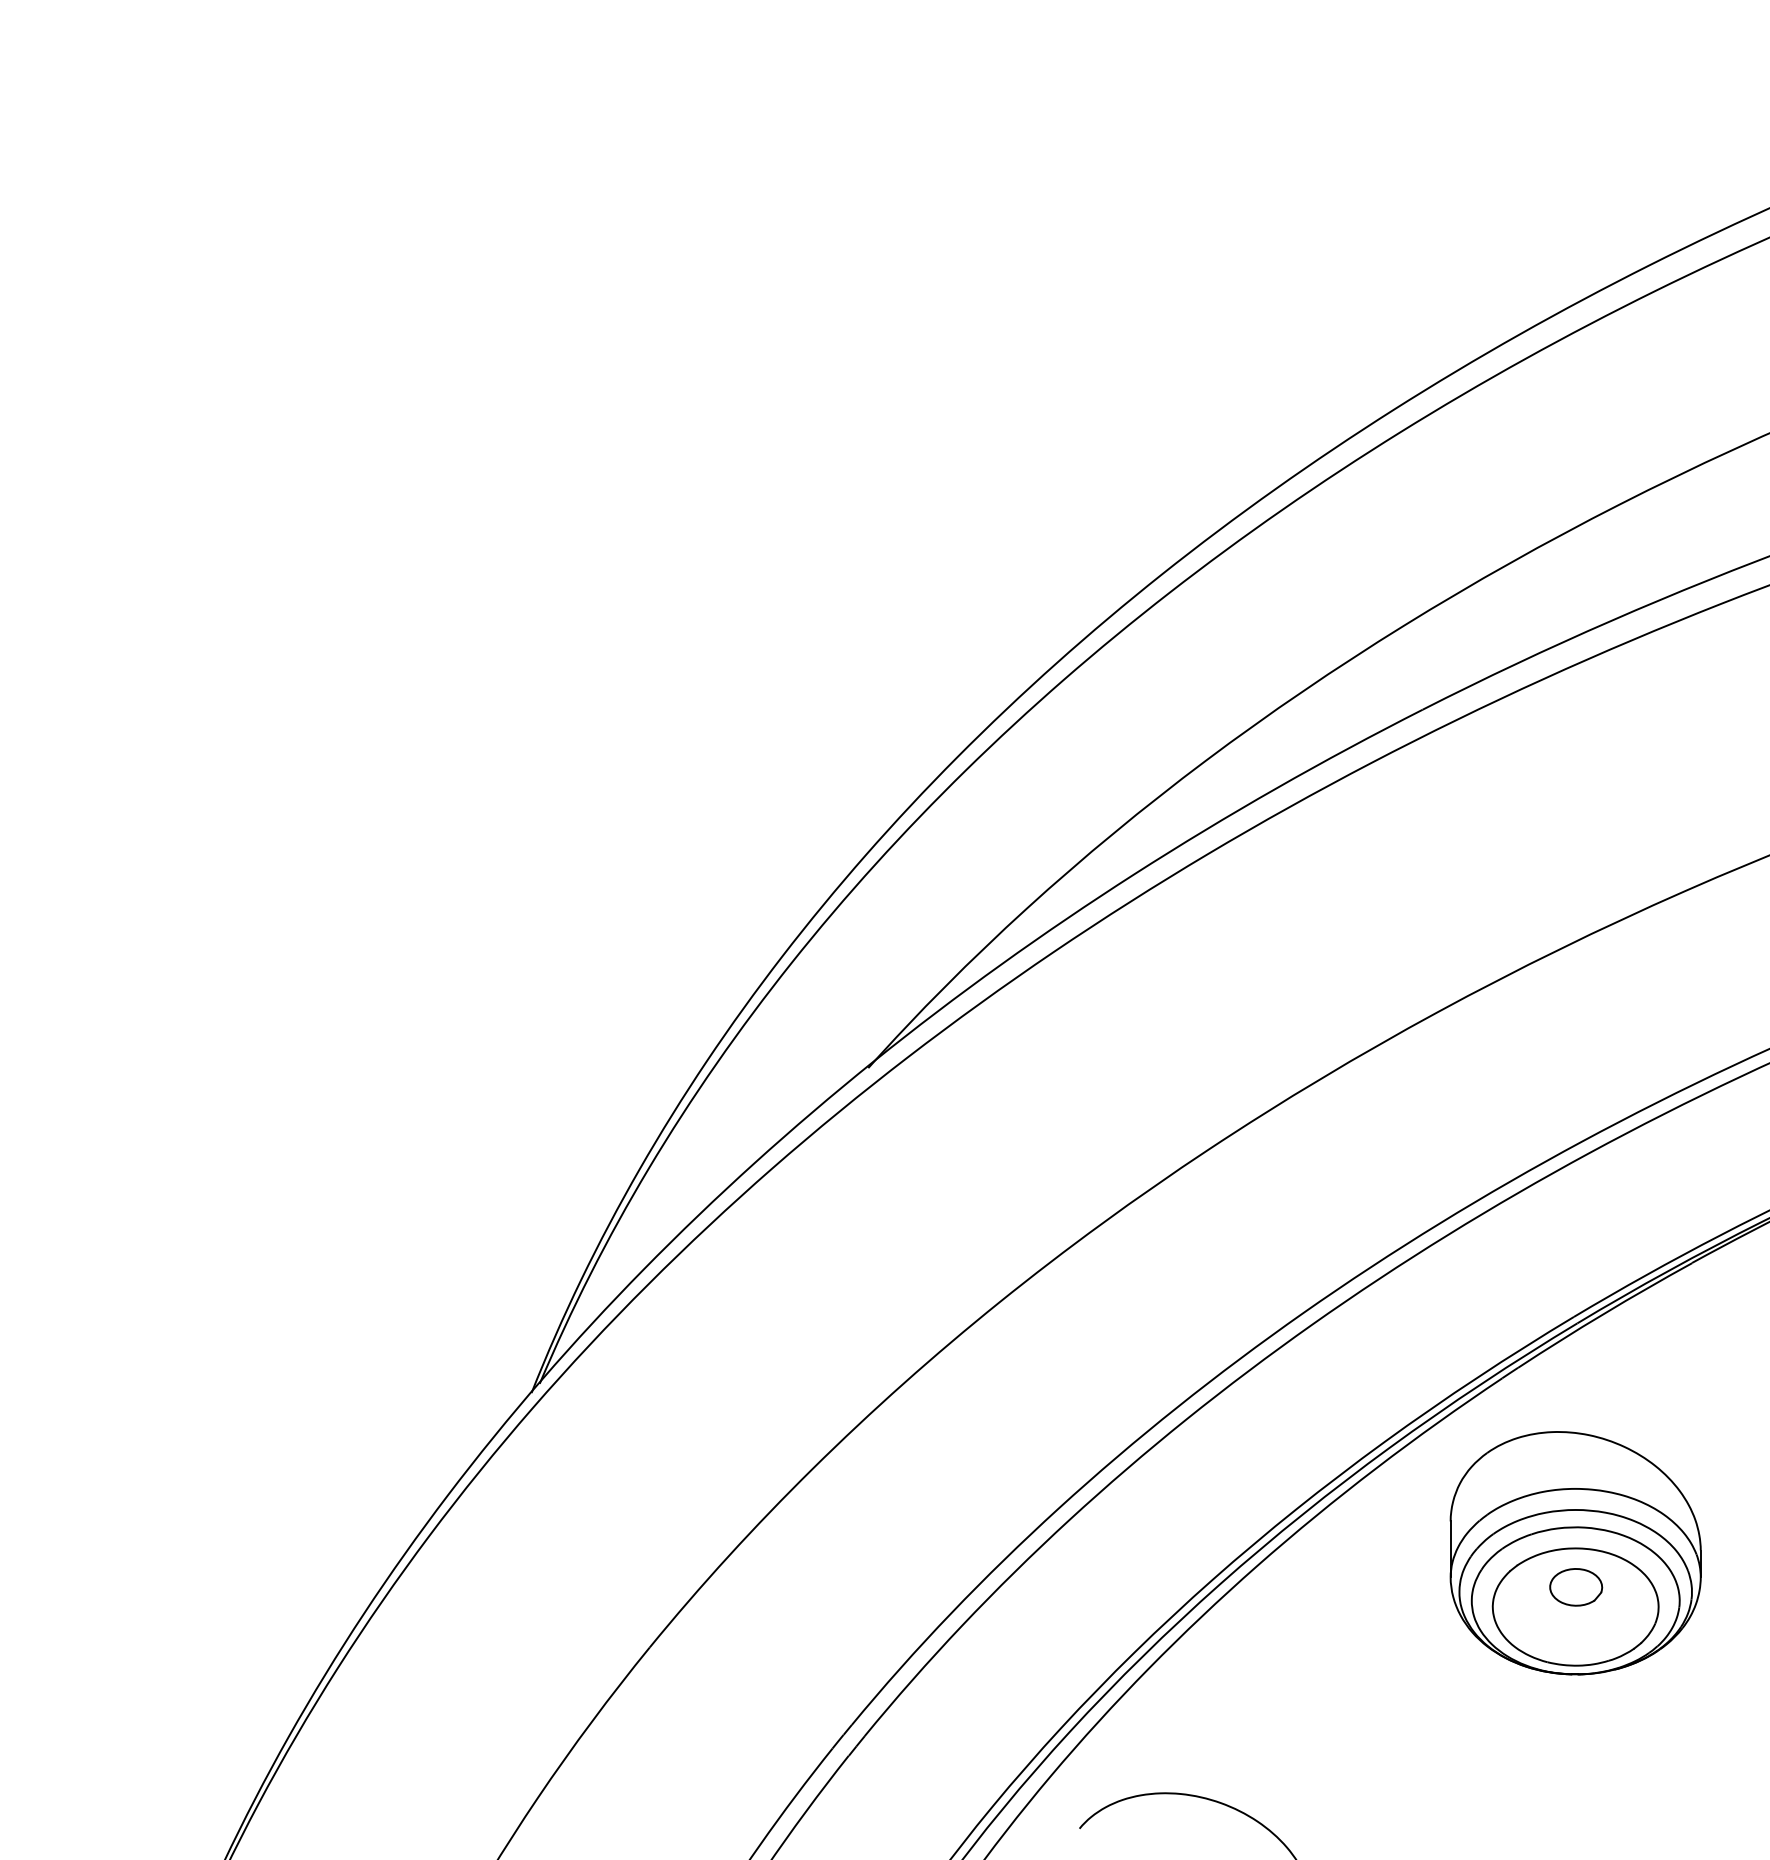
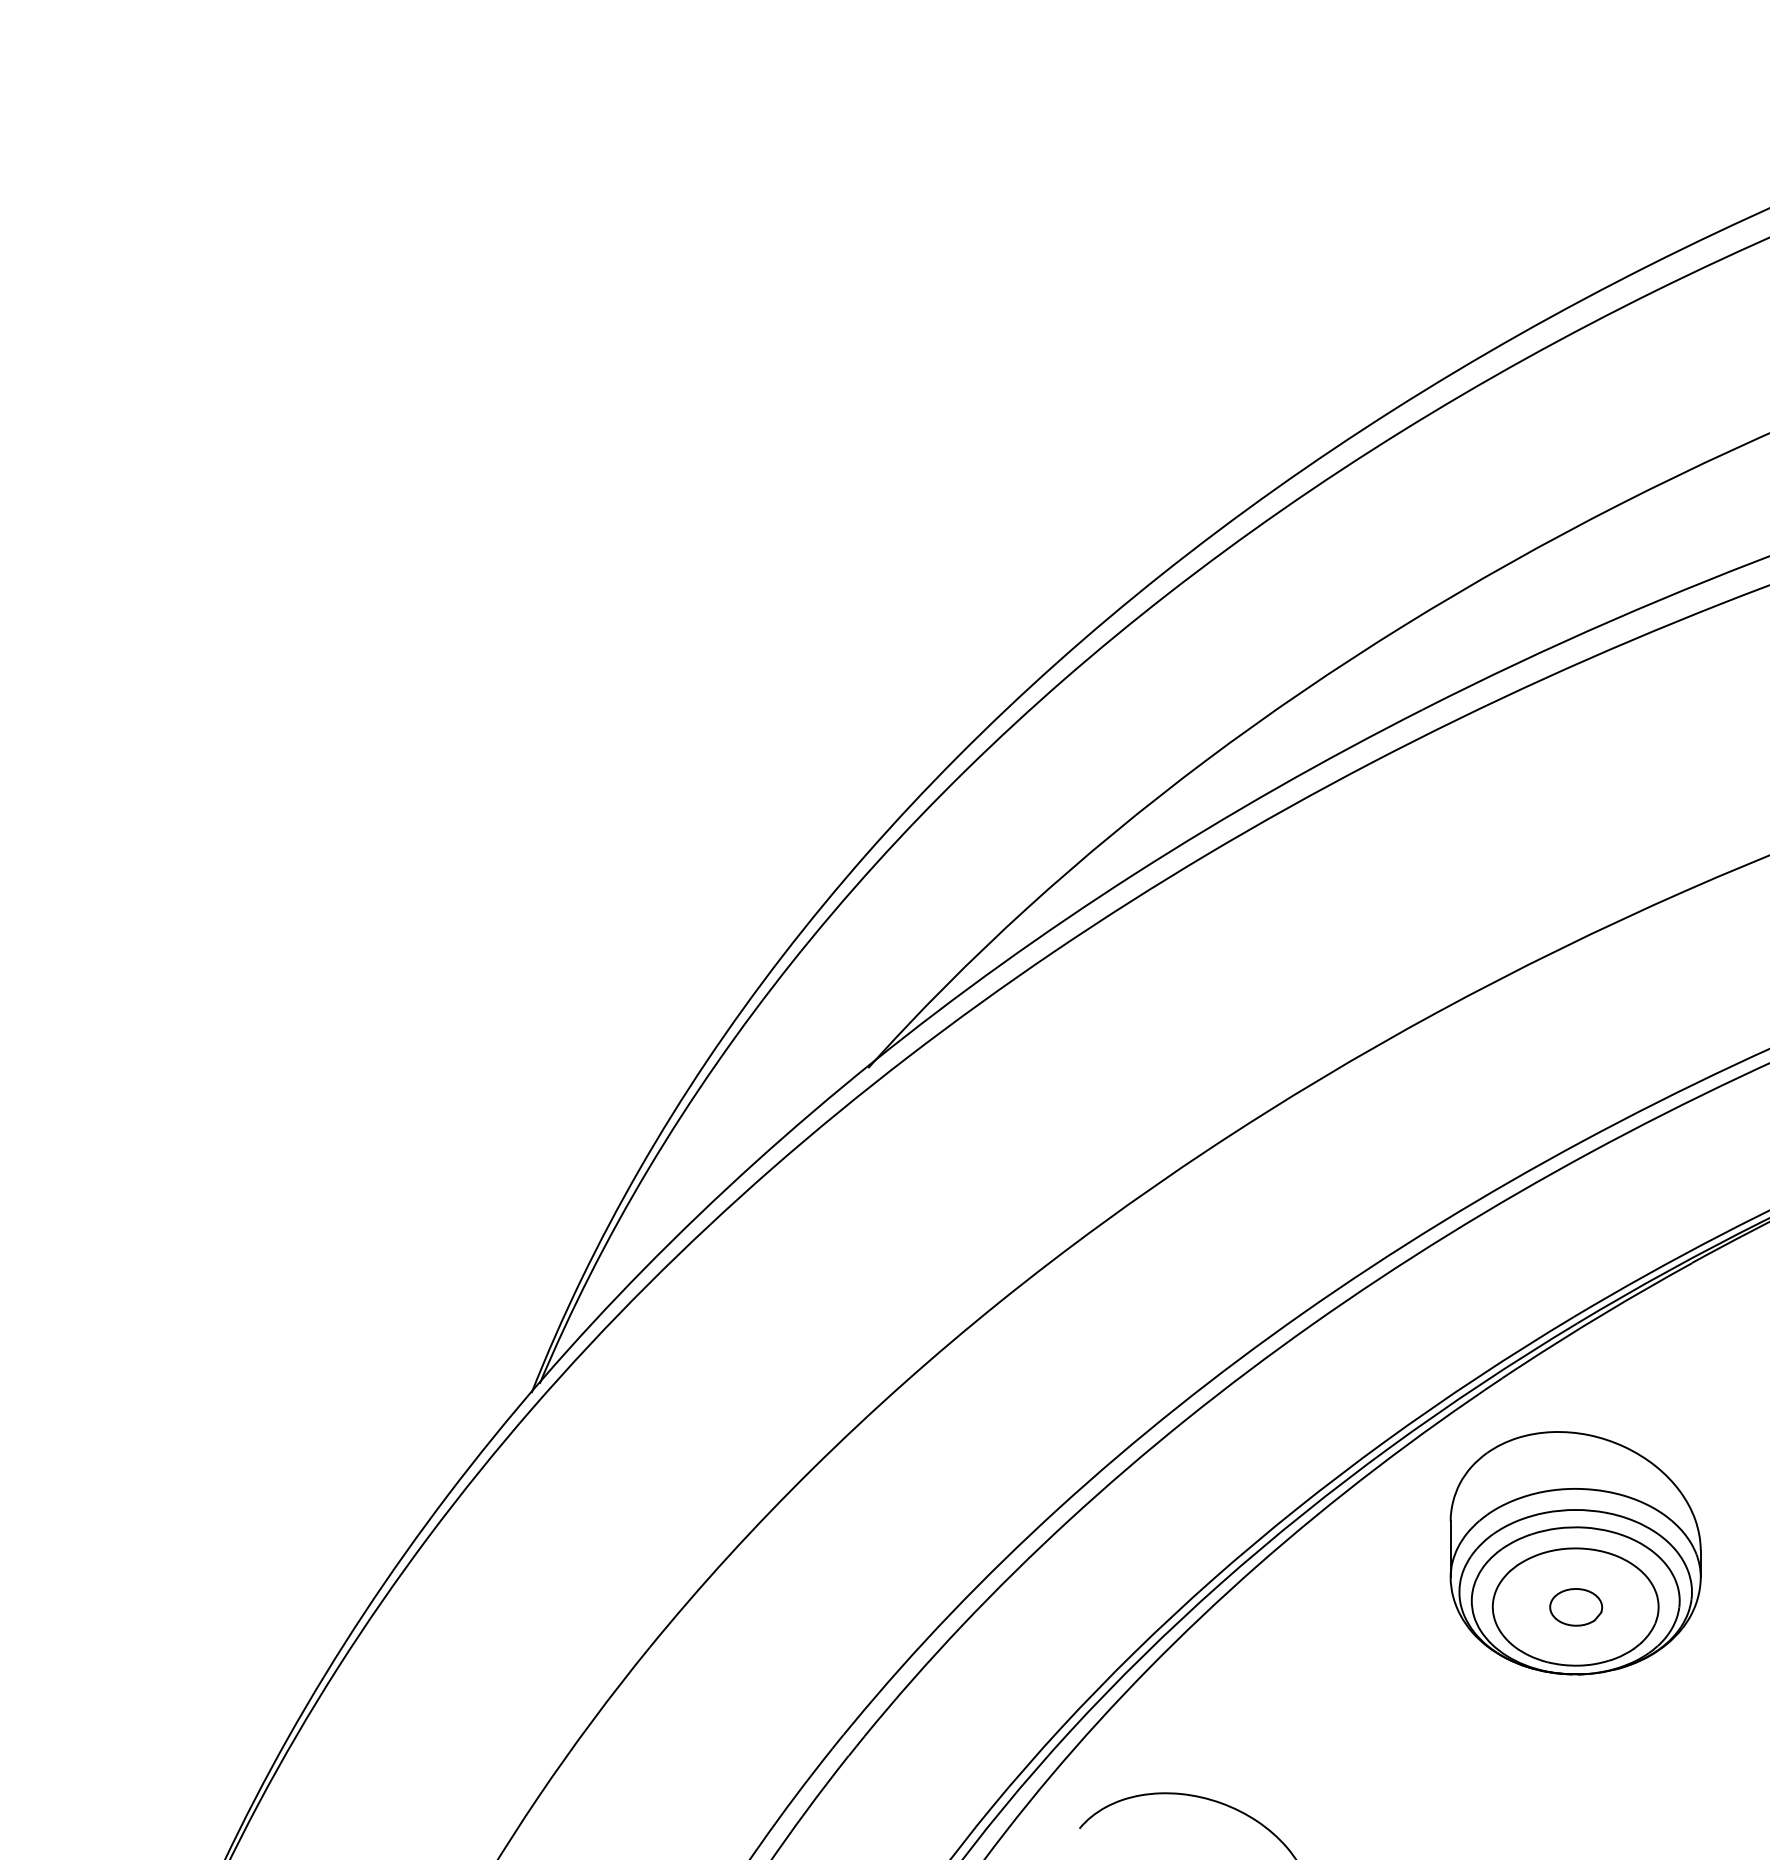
part at (1576, 1587) position: (1576, 1587) -> (1576, 1607)
